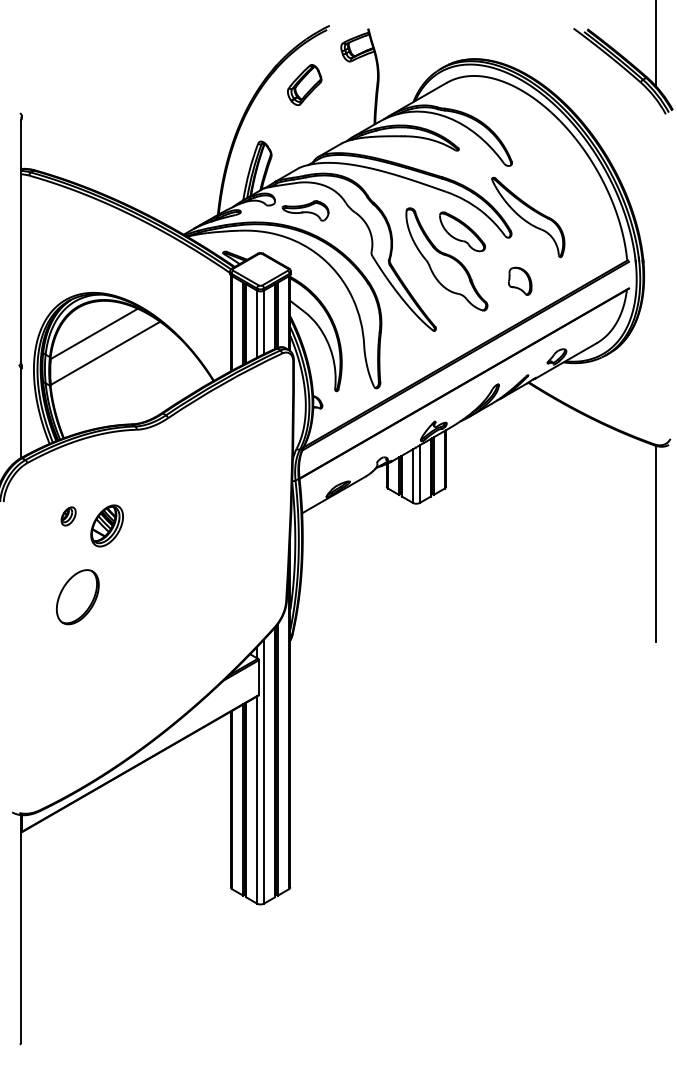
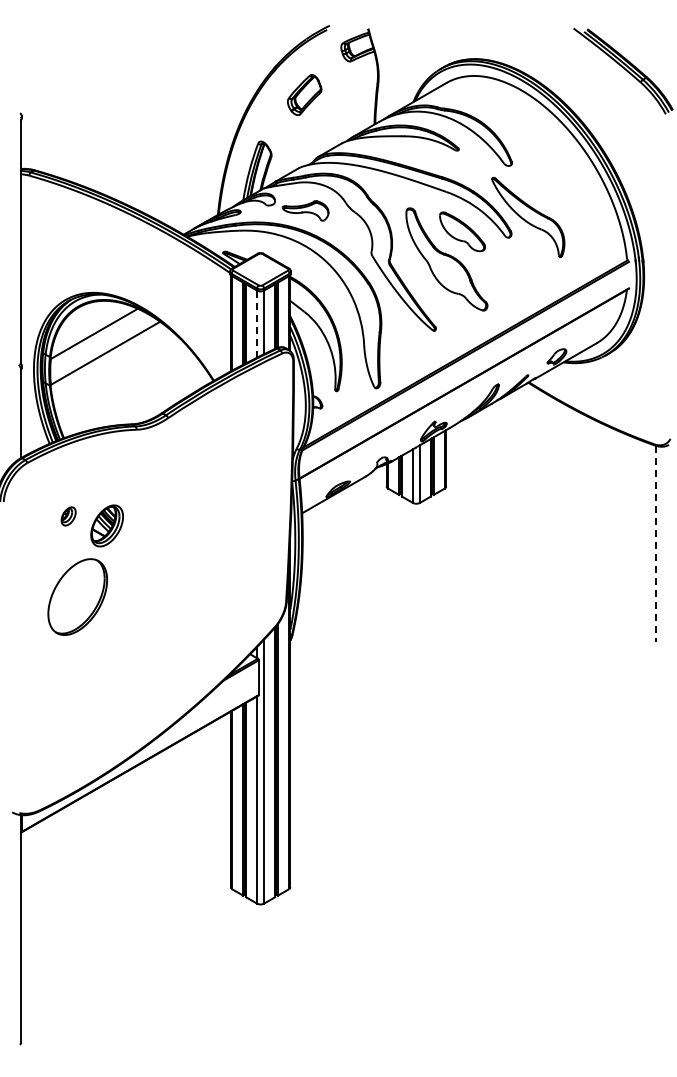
line at (655, 43): present -> none
part at (304, 85) position: (304, 85) -> (304, 95)
part at (520, 280): present -> none
line at (257, 324): solid -> dashed
line at (655, 544): solid -> dashed
part at (77, 597) size: 44x57 px -> 61x78 px
